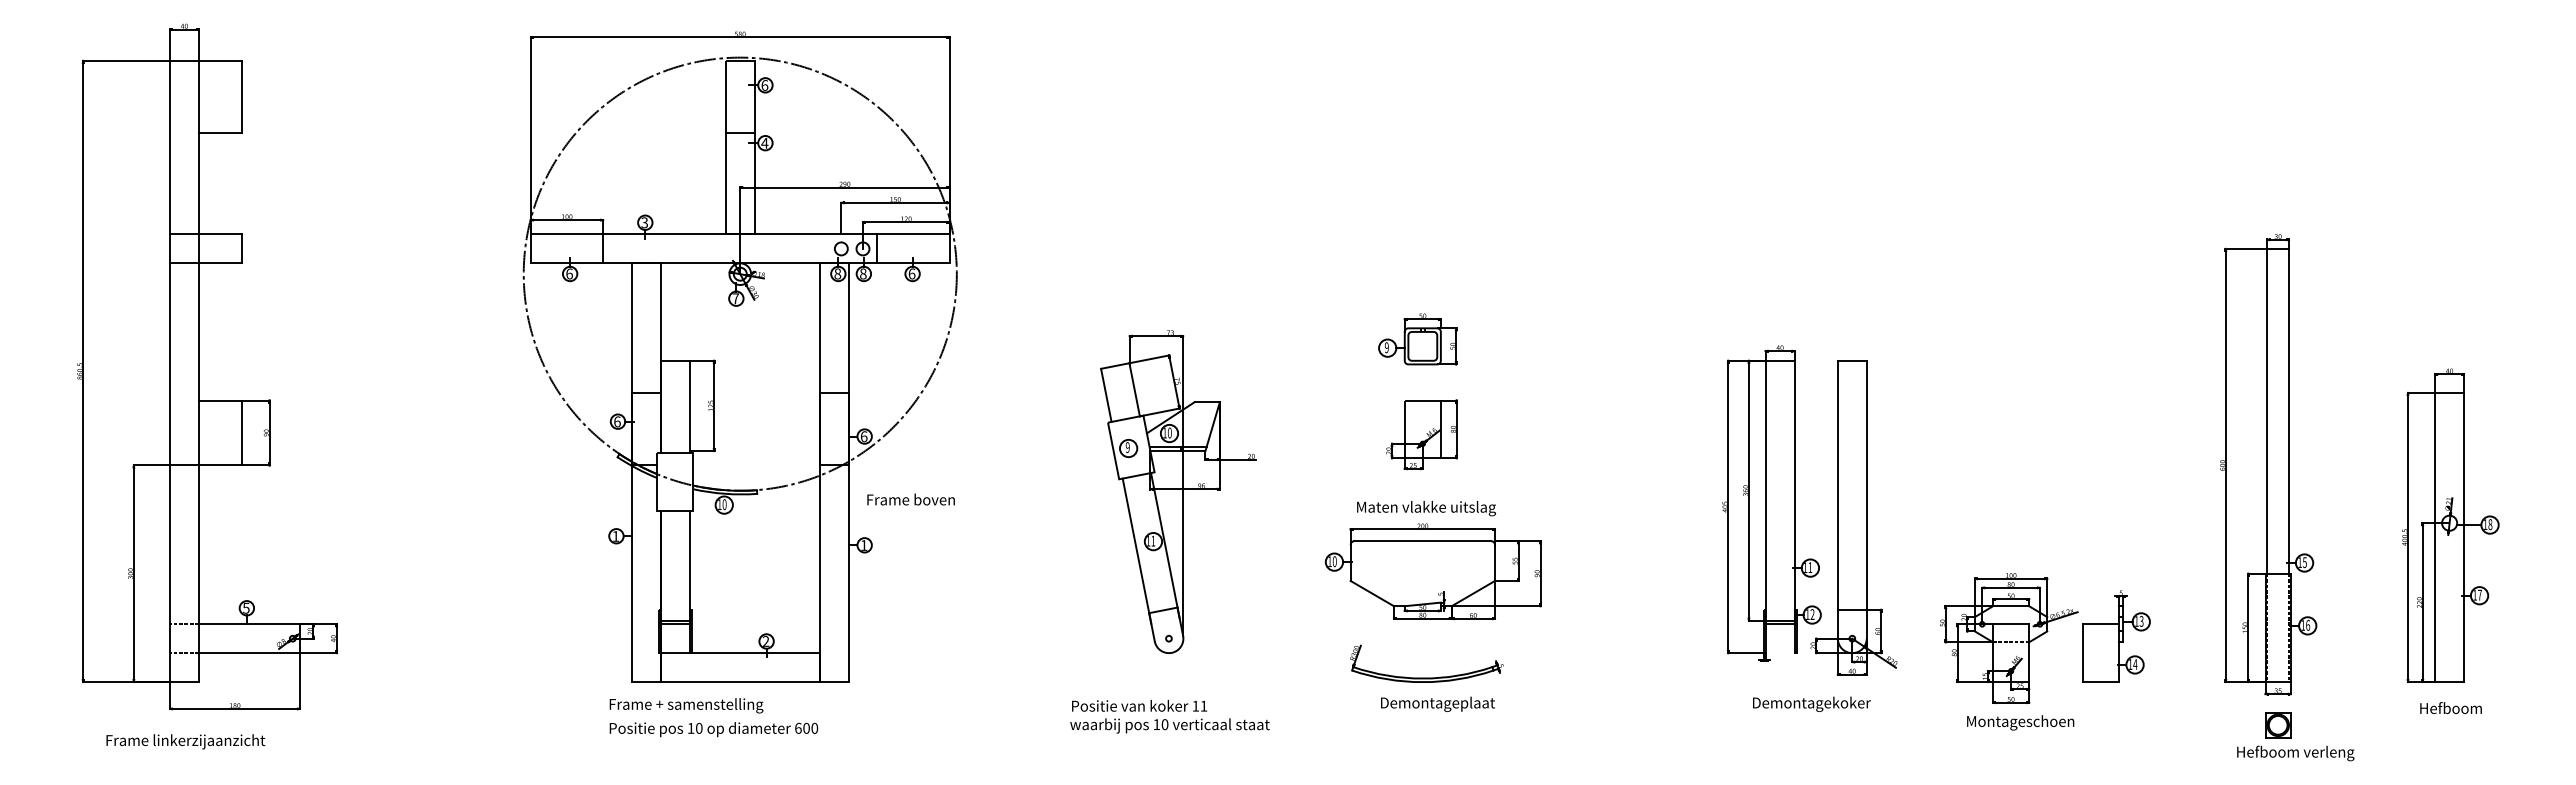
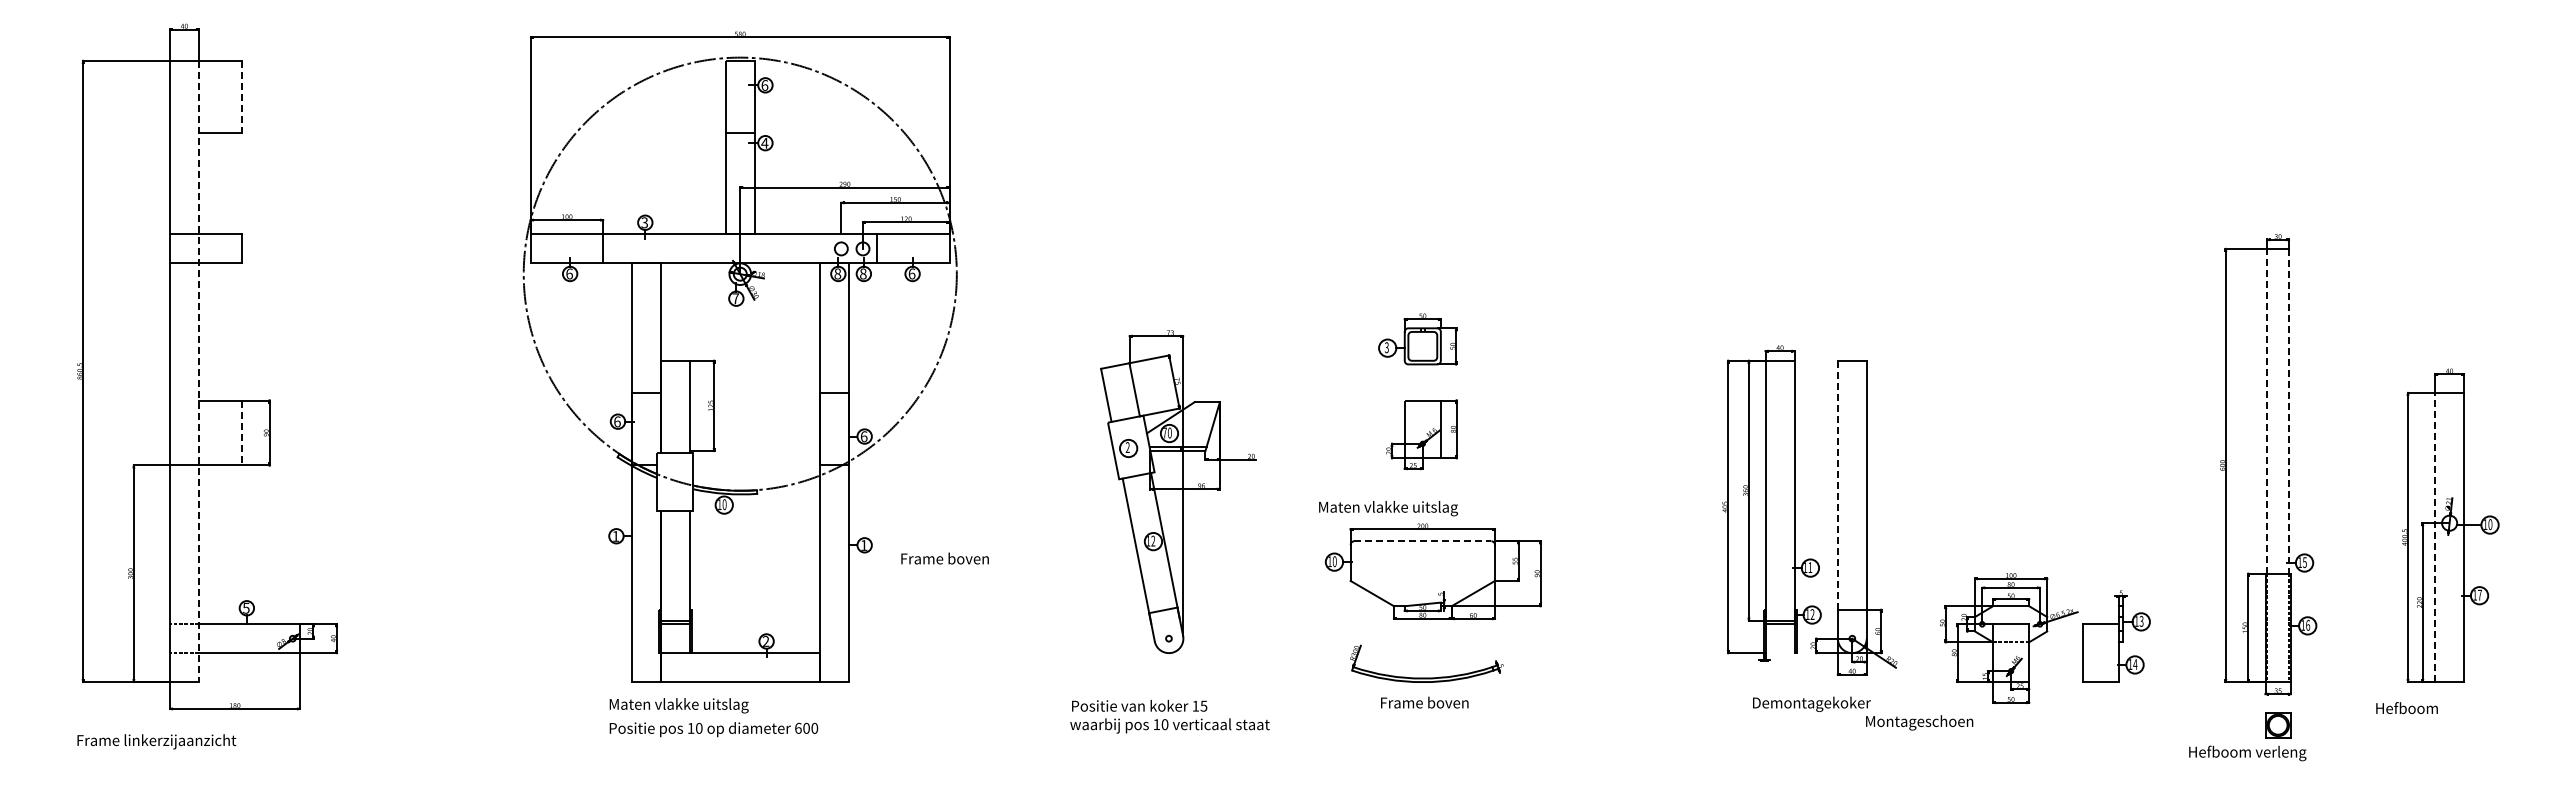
line at (242, 97): solid -> dashed
text at (1386, 347): 9 -> 3
line at (198, 372): solid -> dashed
line at (2267, 410): solid -> dashed
line at (2289, 411): solid -> dashed
text at (1164, 432): 10 -> 70
line at (242, 433): solid -> dashed
text at (1127, 447): 9 -> 2
line at (1837, 485): solid -> dashed
text at (910, 499) position: (910, 499) -> (944, 558)
text at (1426, 508) position: (1426, 508) -> (1388, 508)
text at (2490, 525): 18 -> 10
line at (2435, 537): solid -> dashed
text at (1152, 540): 11 -> 12
line at (1422, 541): solid -> dashed
text at (1438, 703): Demontageplaat -> Frame boven
text at (686, 705): Frame + samenstelling -> Maten vlakke uitslag
text at (1203, 705): 11 -> 15
text at (2450, 708) position: (2450, 708) -> (2406, 708)
text at (2020, 722) position: (2020, 722) -> (1919, 722)
text at (185, 741) position: (185, 741) -> (156, 741)
text at (2295, 753) position: (2295, 753) -> (2247, 753)
